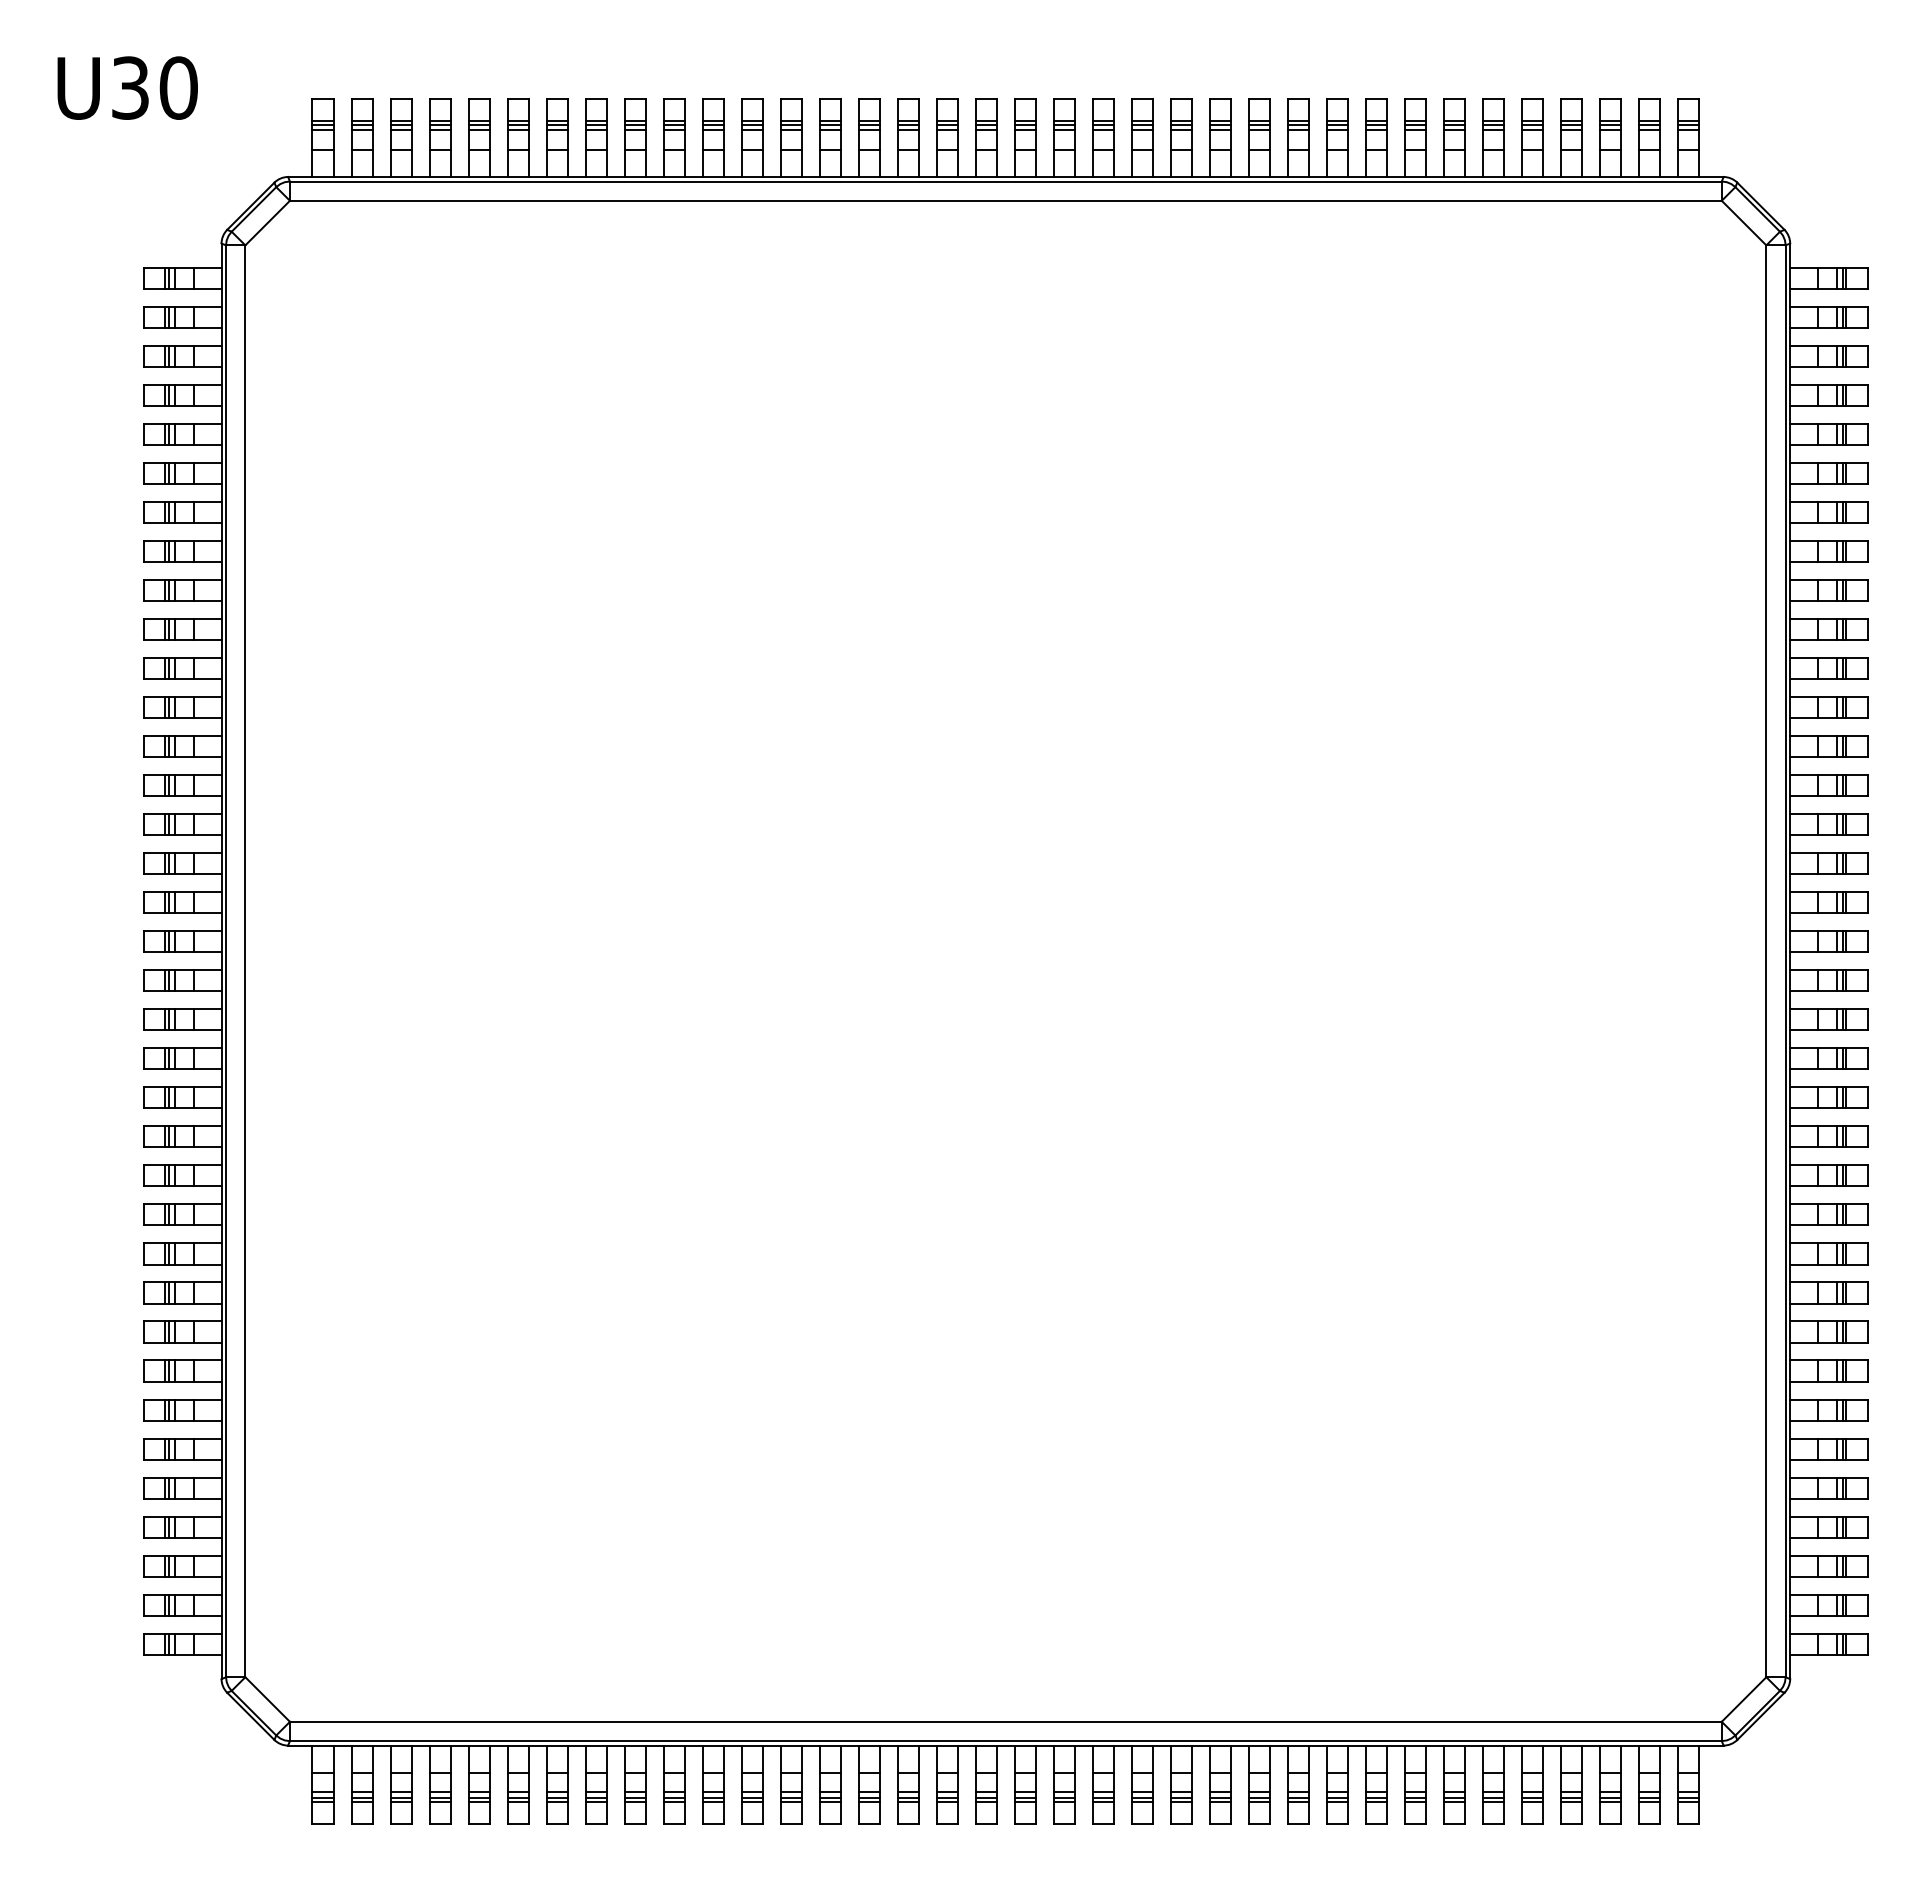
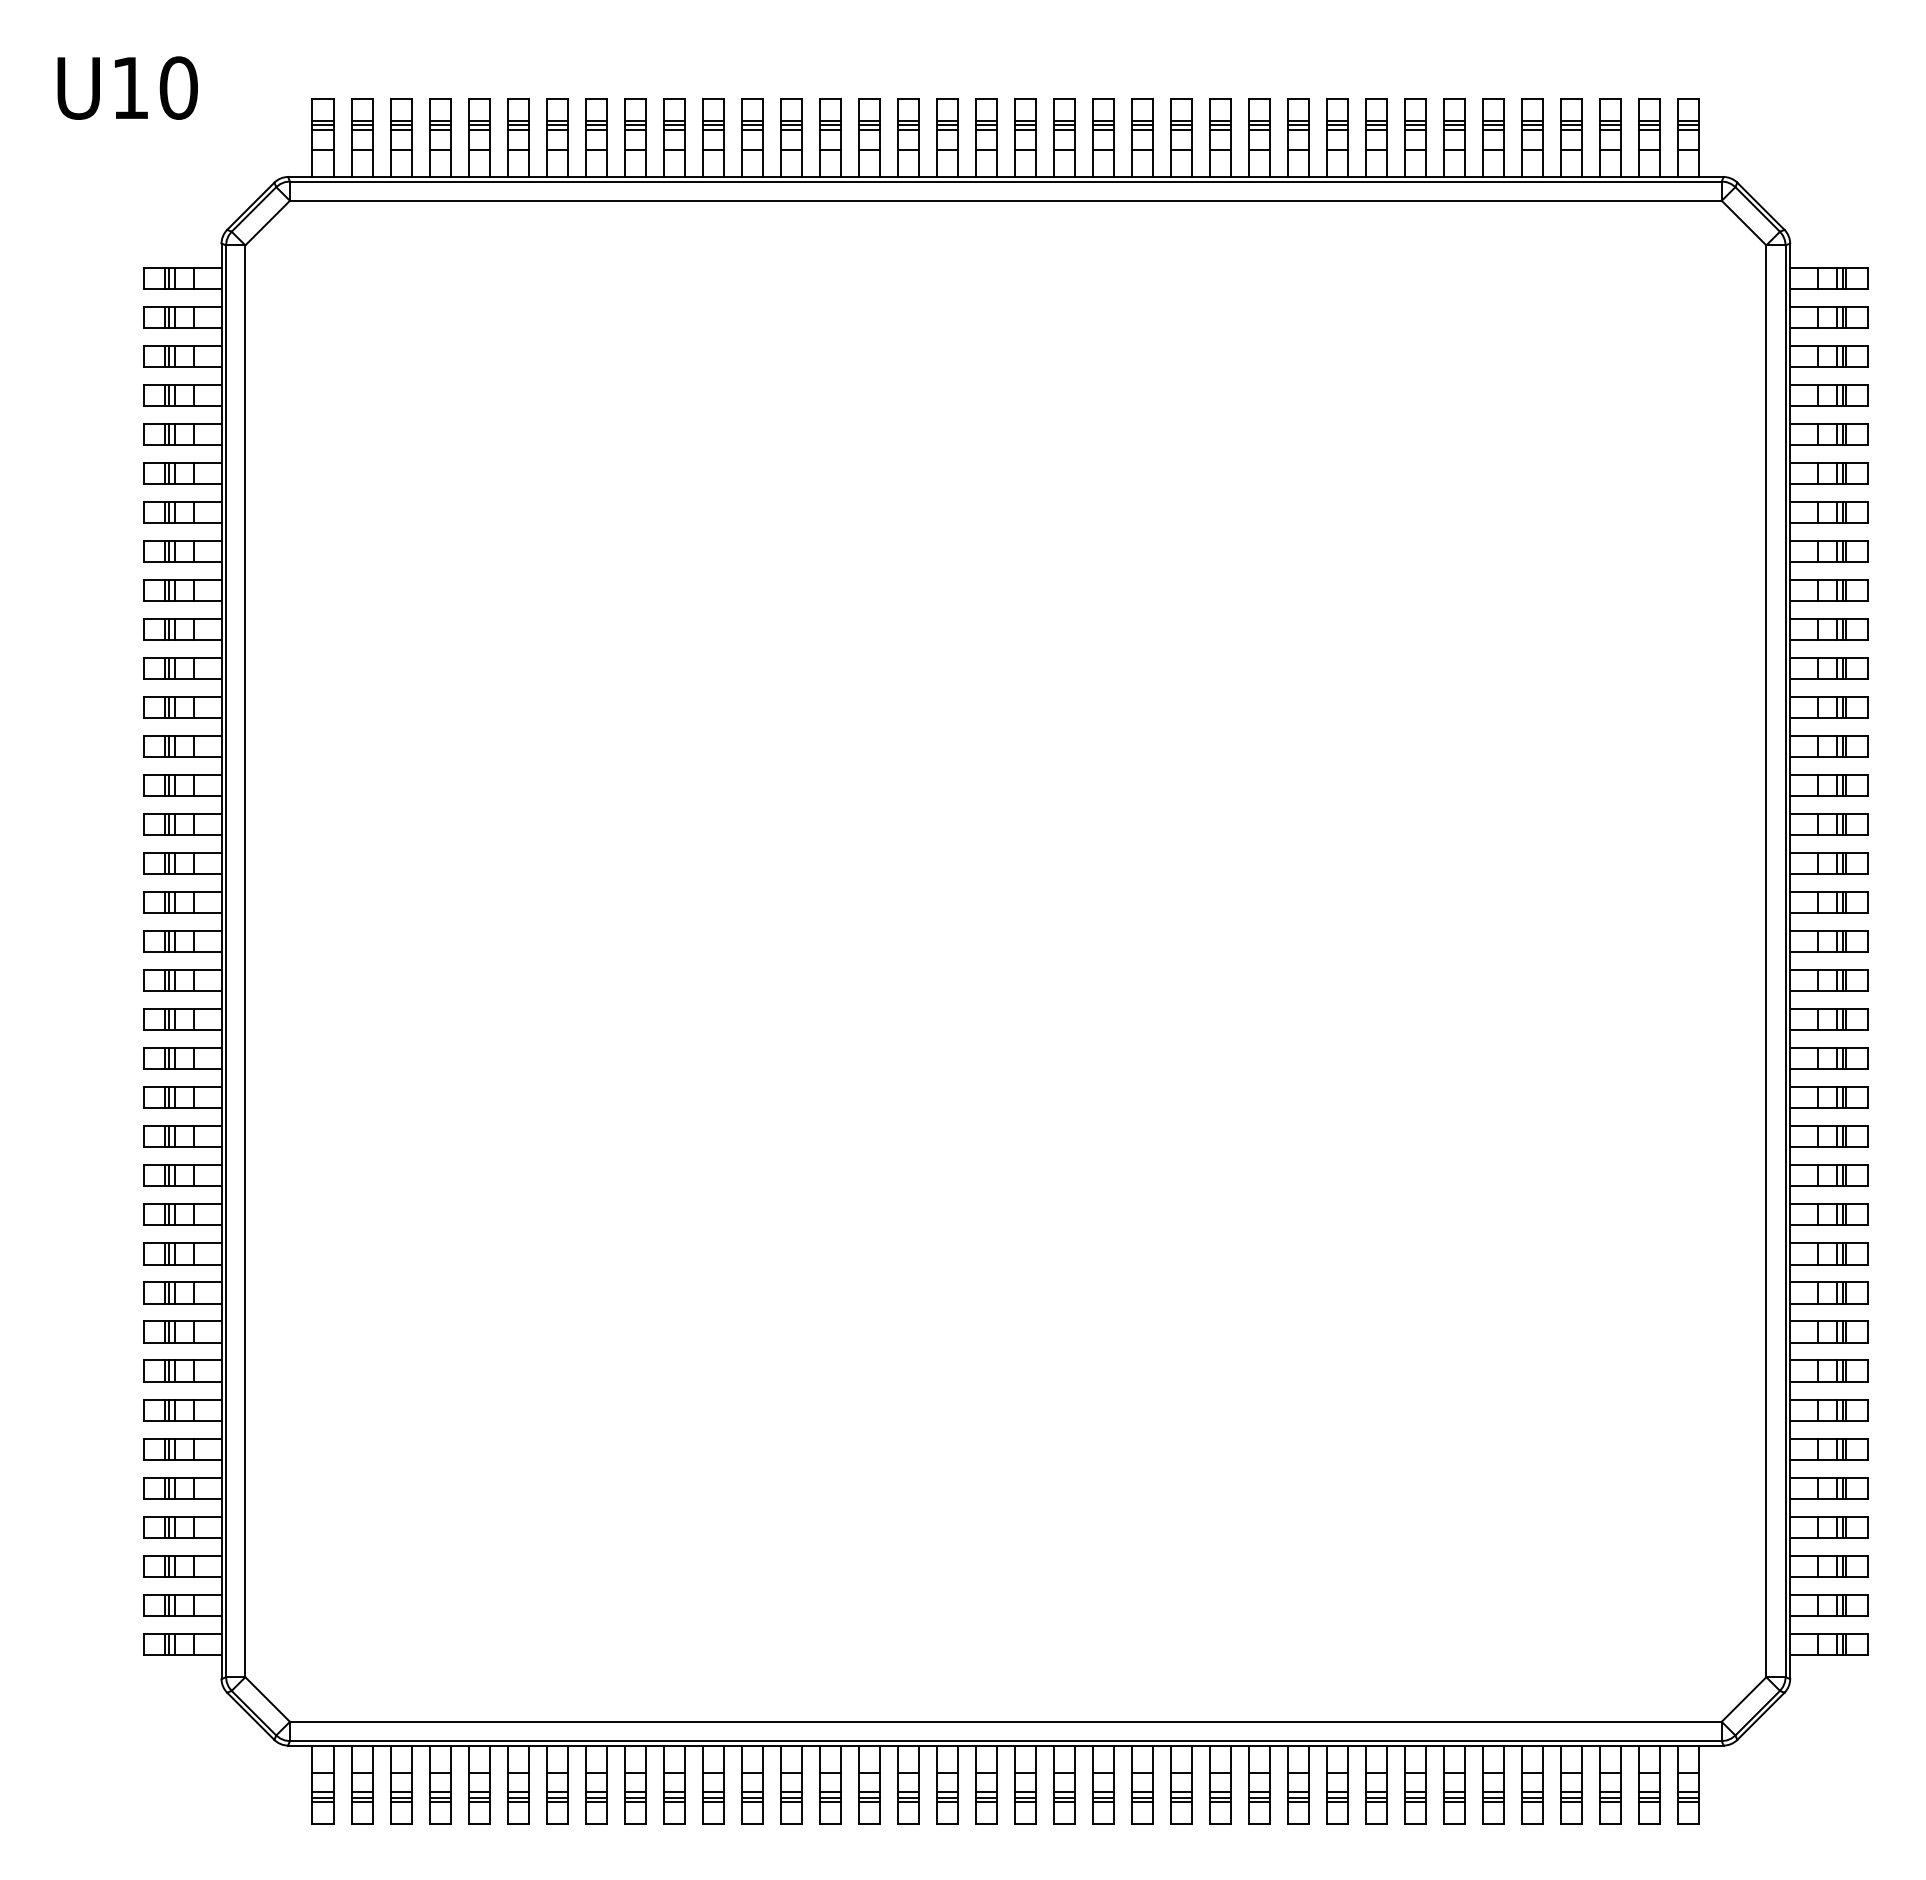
text at (130, 87): U30 -> U10
